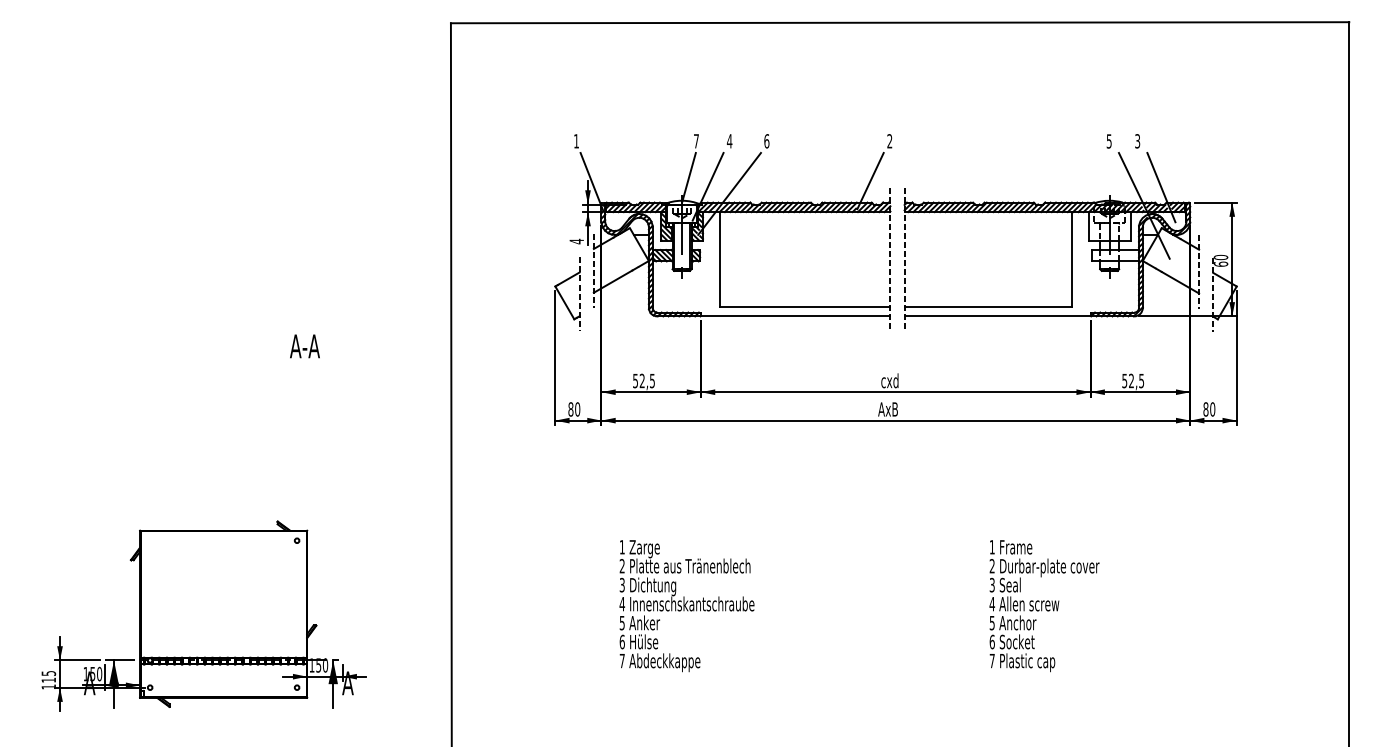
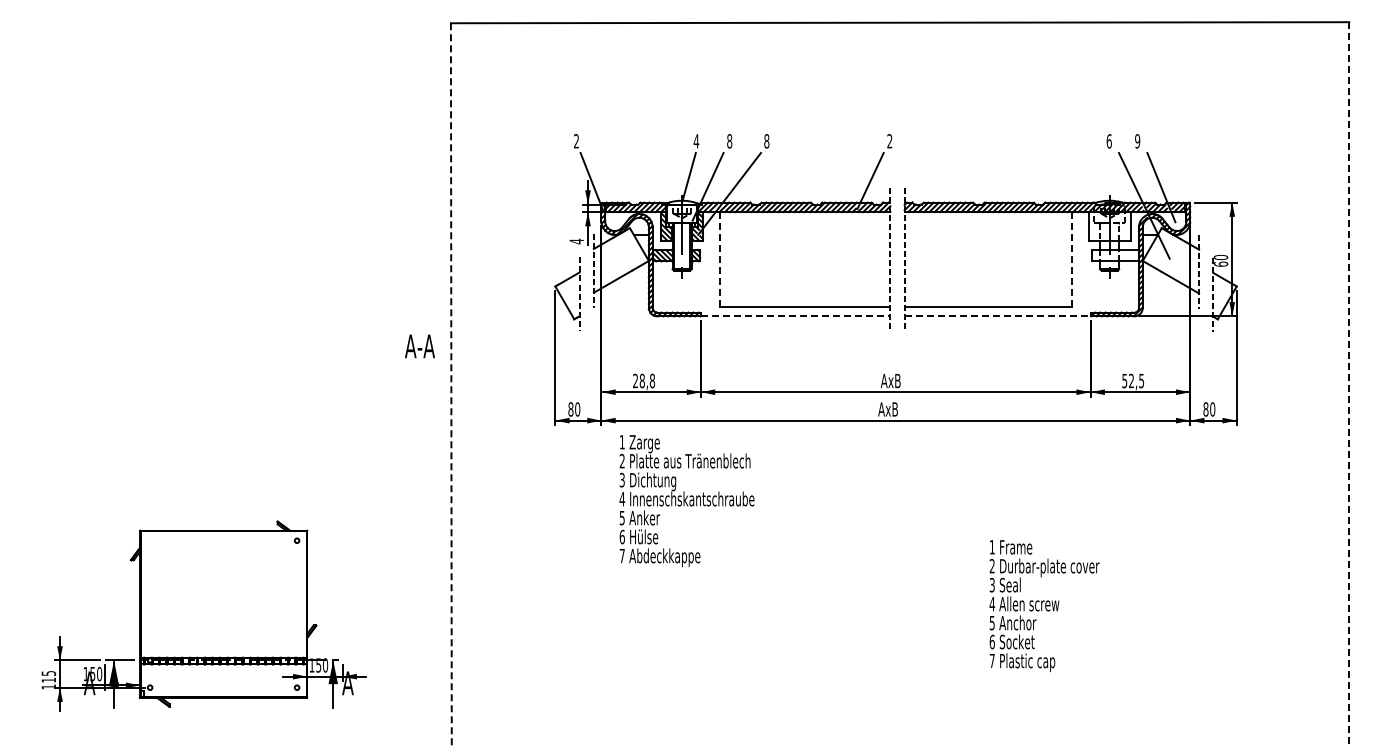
text at (576, 141): 1 -> 2
text at (696, 141): 7 -> 4
text at (729, 141): 4 -> 8
text at (766, 141): 6 -> 8
text at (1108, 141): 5 -> 6
text at (1137, 141): 3 -> 9
line at (719, 260): solid -> dashed
line at (1071, 260): solid -> dashed
line at (795, 316): solid -> dashed
line at (998, 316): solid -> dashed
text at (304, 346) position: (304, 346) -> (419, 346)
text at (644, 380): 52,5 -> 28,8
text at (890, 380): cxd -> AxB
line at (1349, 384): solid -> dashed
line at (451, 385): solid -> dashed
text at (686, 606) position: (686, 606) -> (686, 501)
